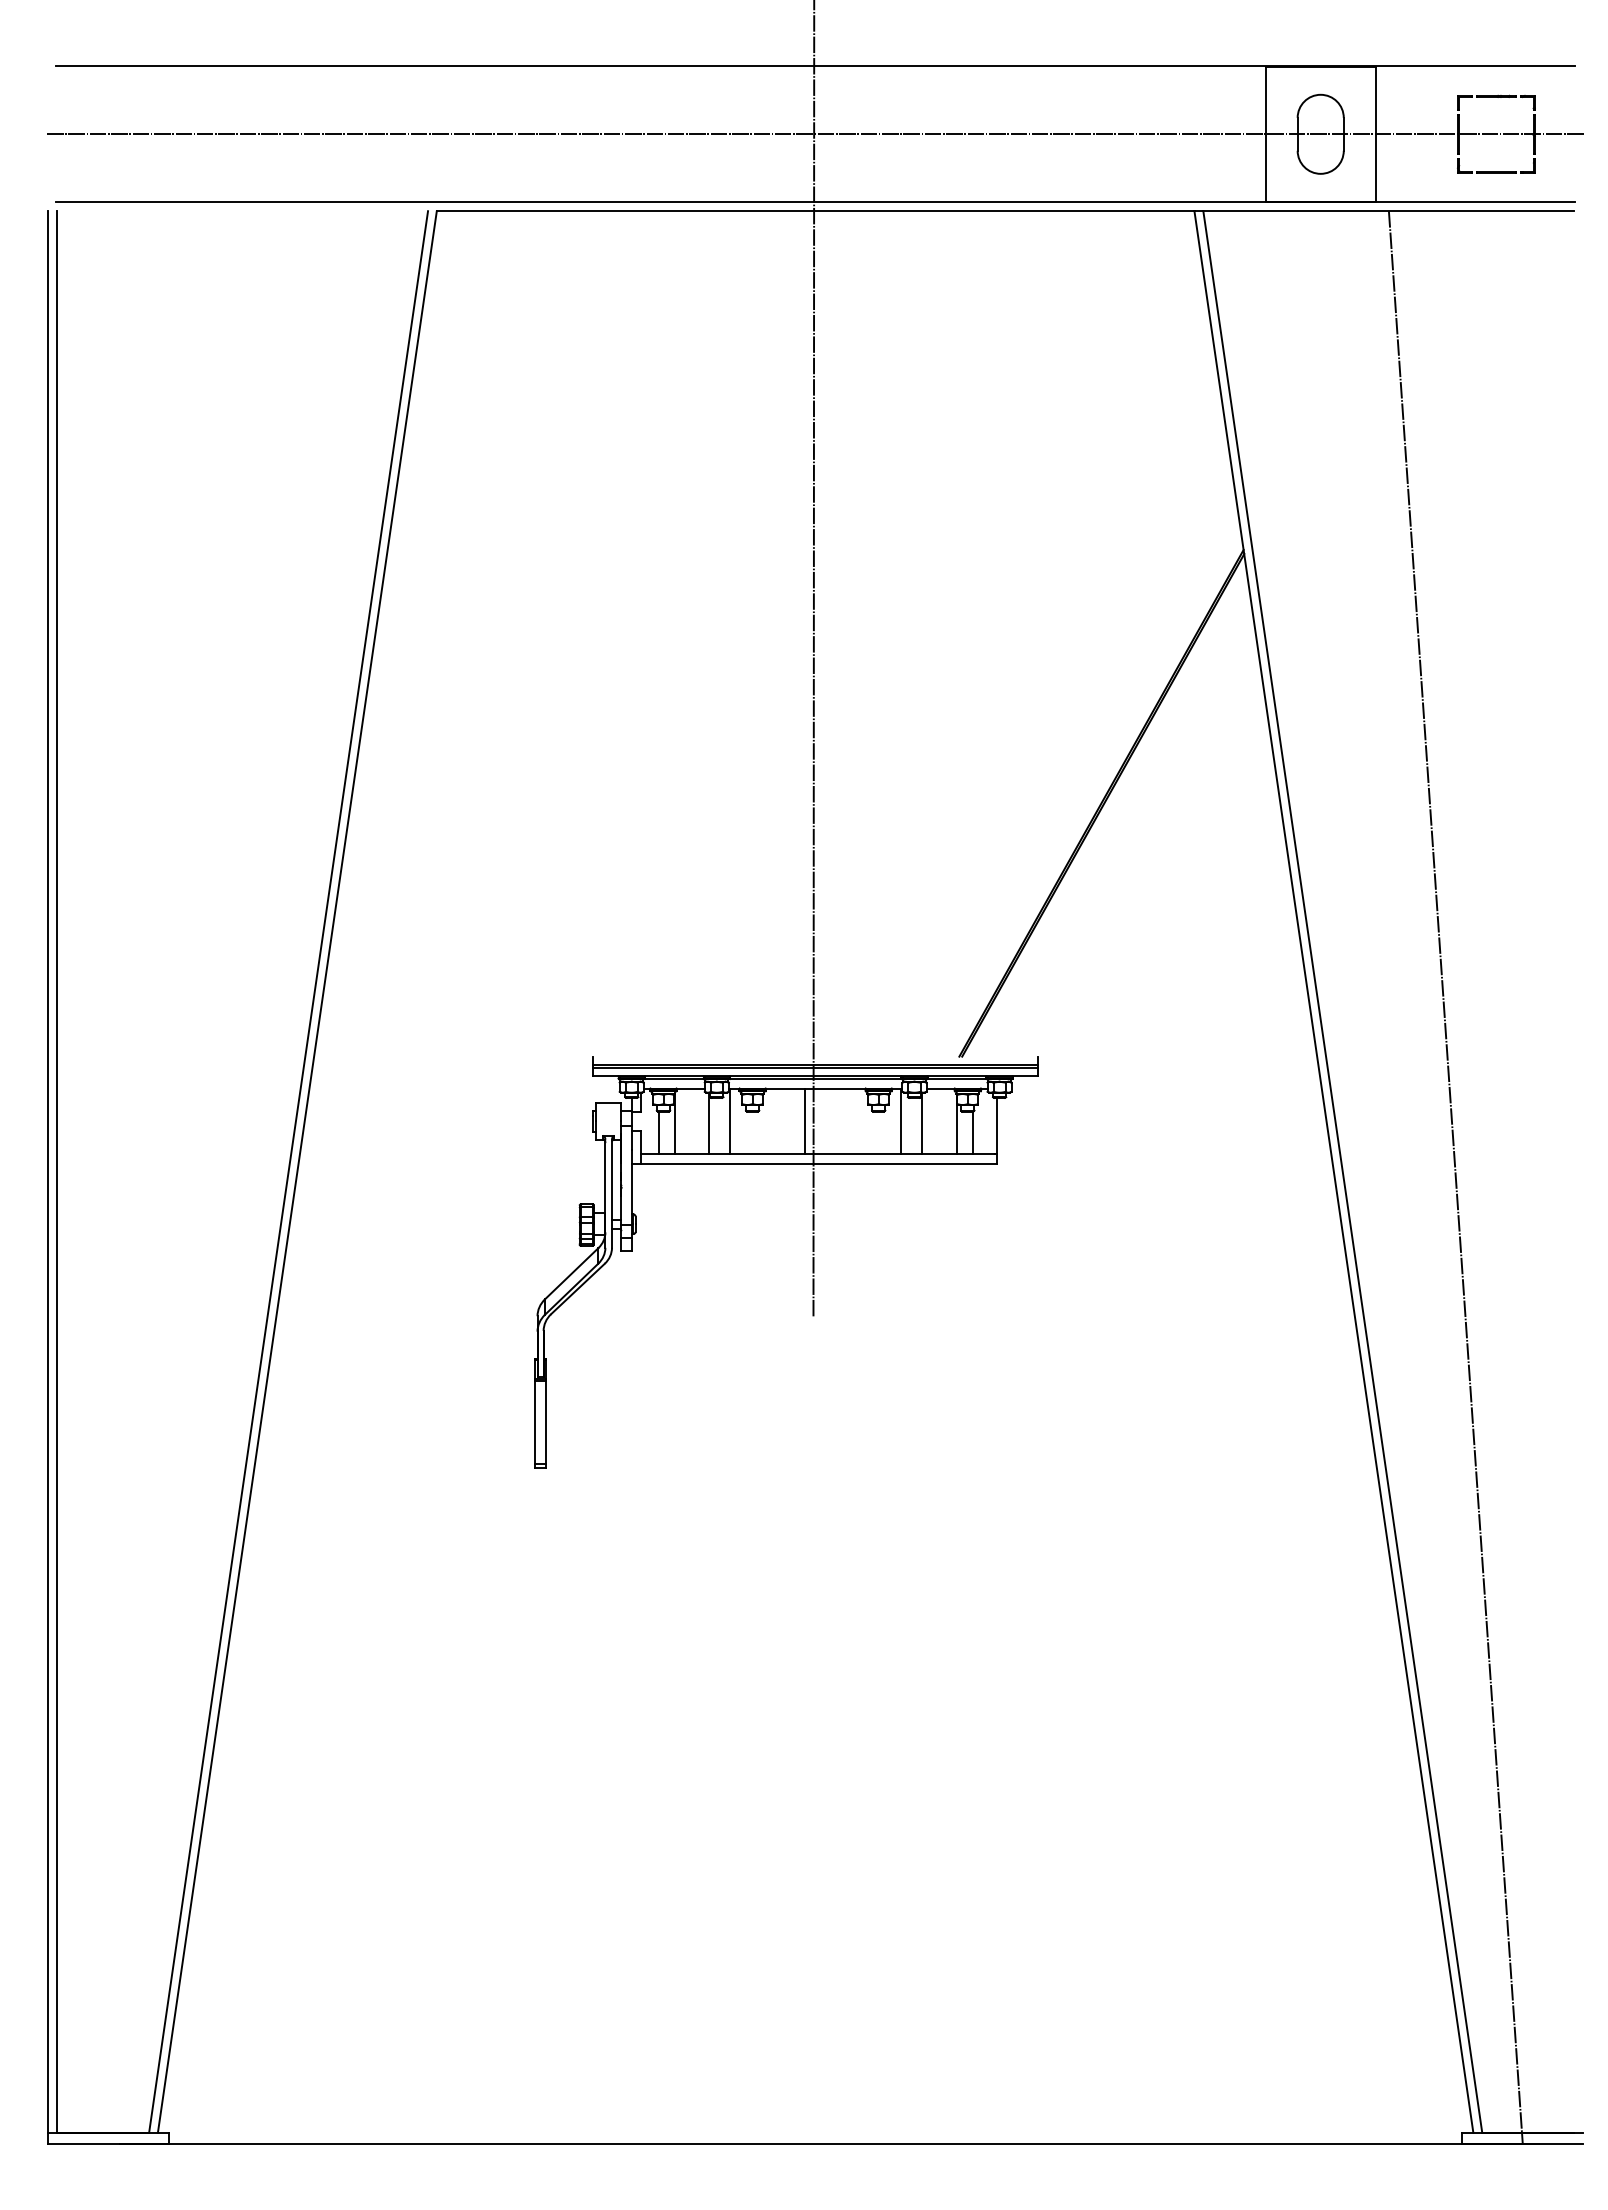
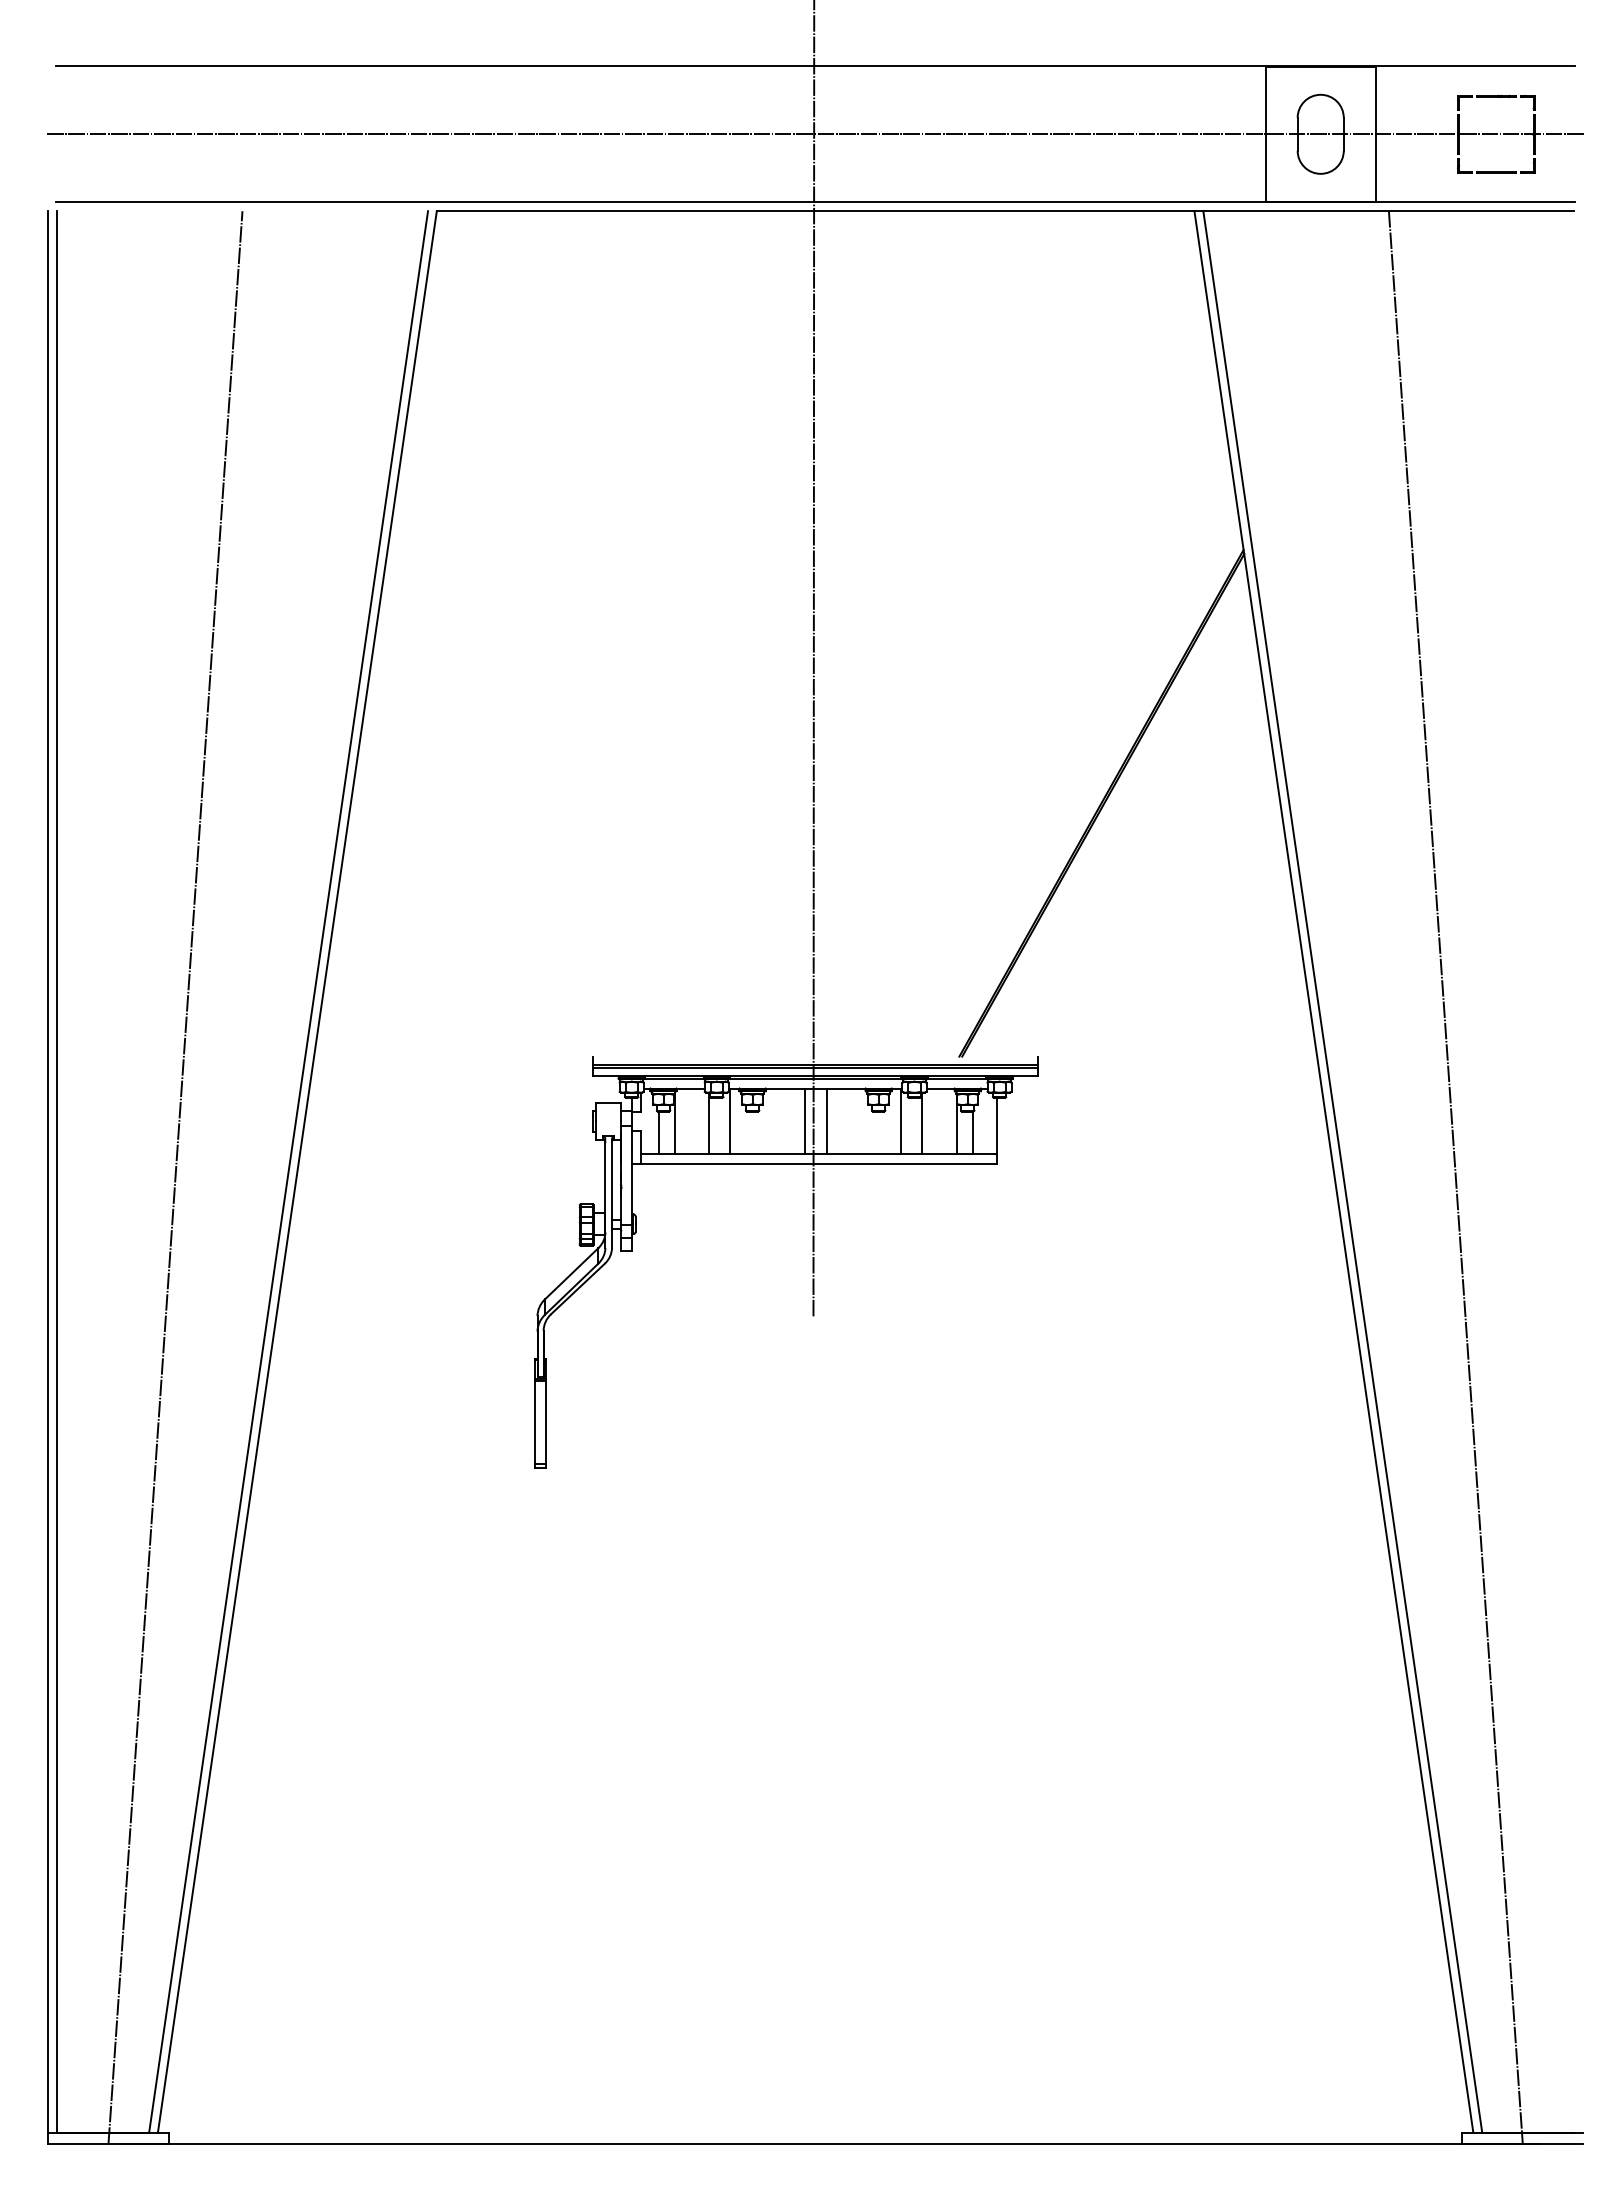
line at (826, 1121): none -> present
line at (175, 1177): none -> present
